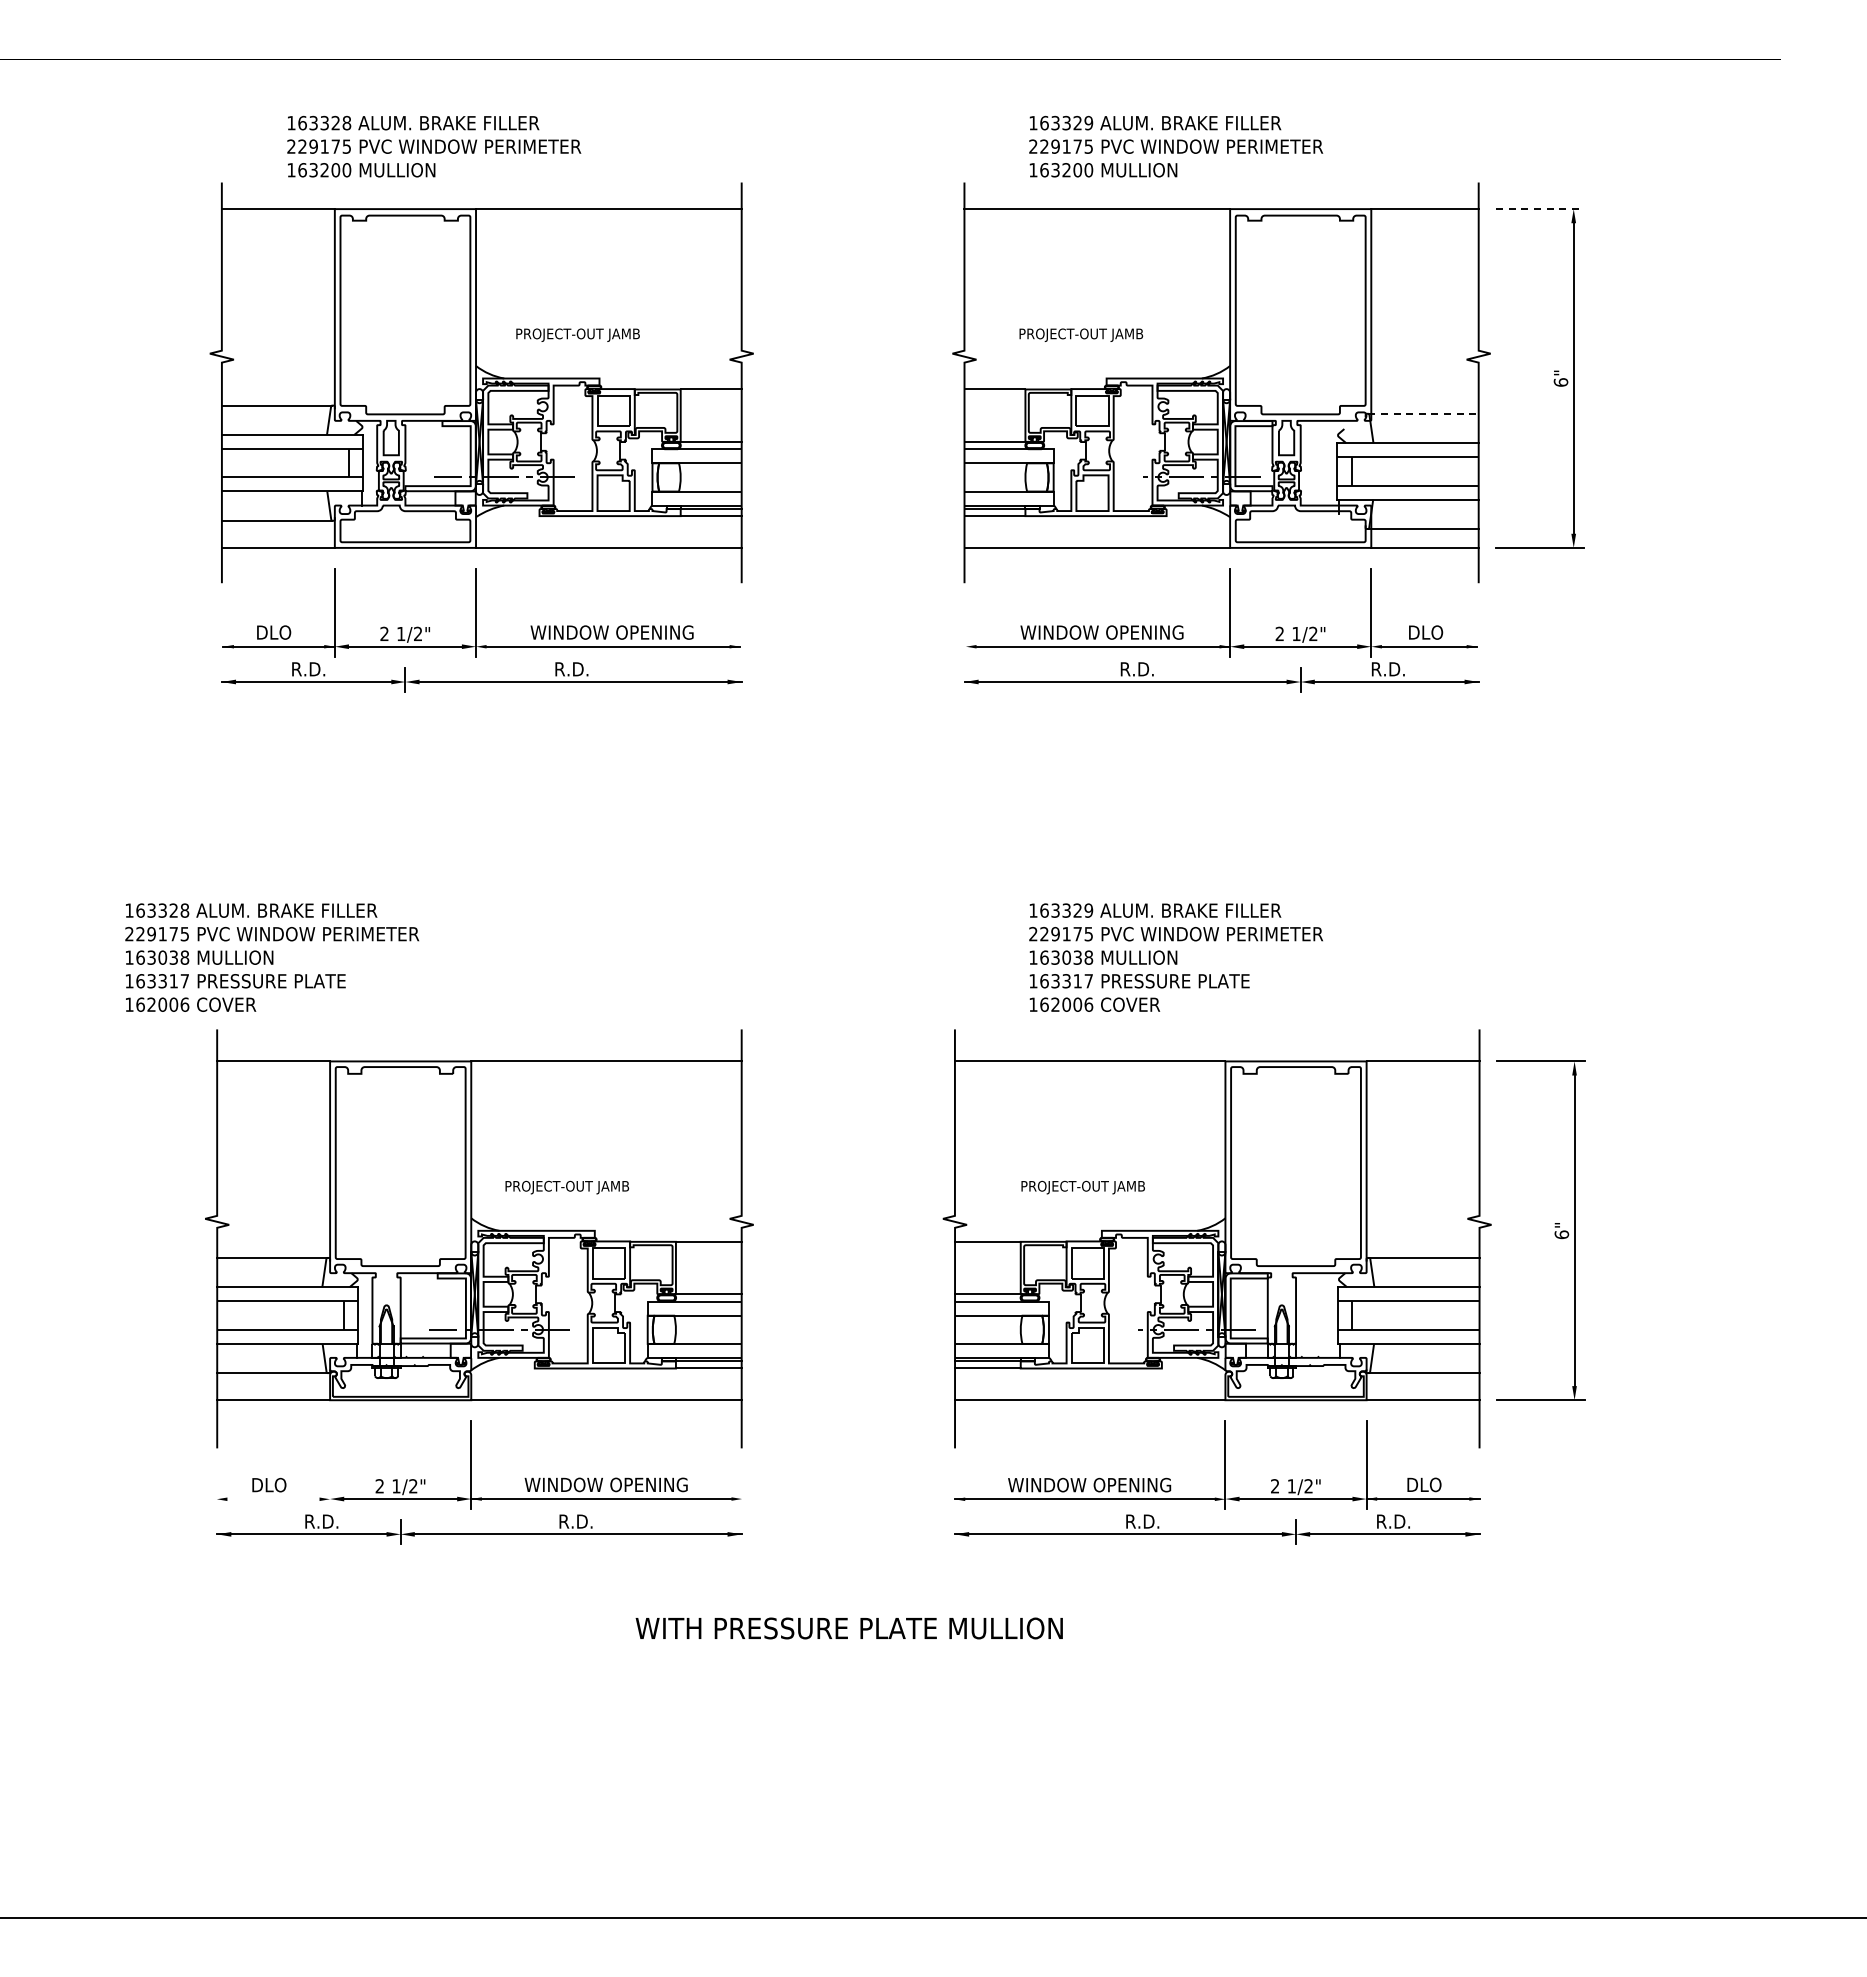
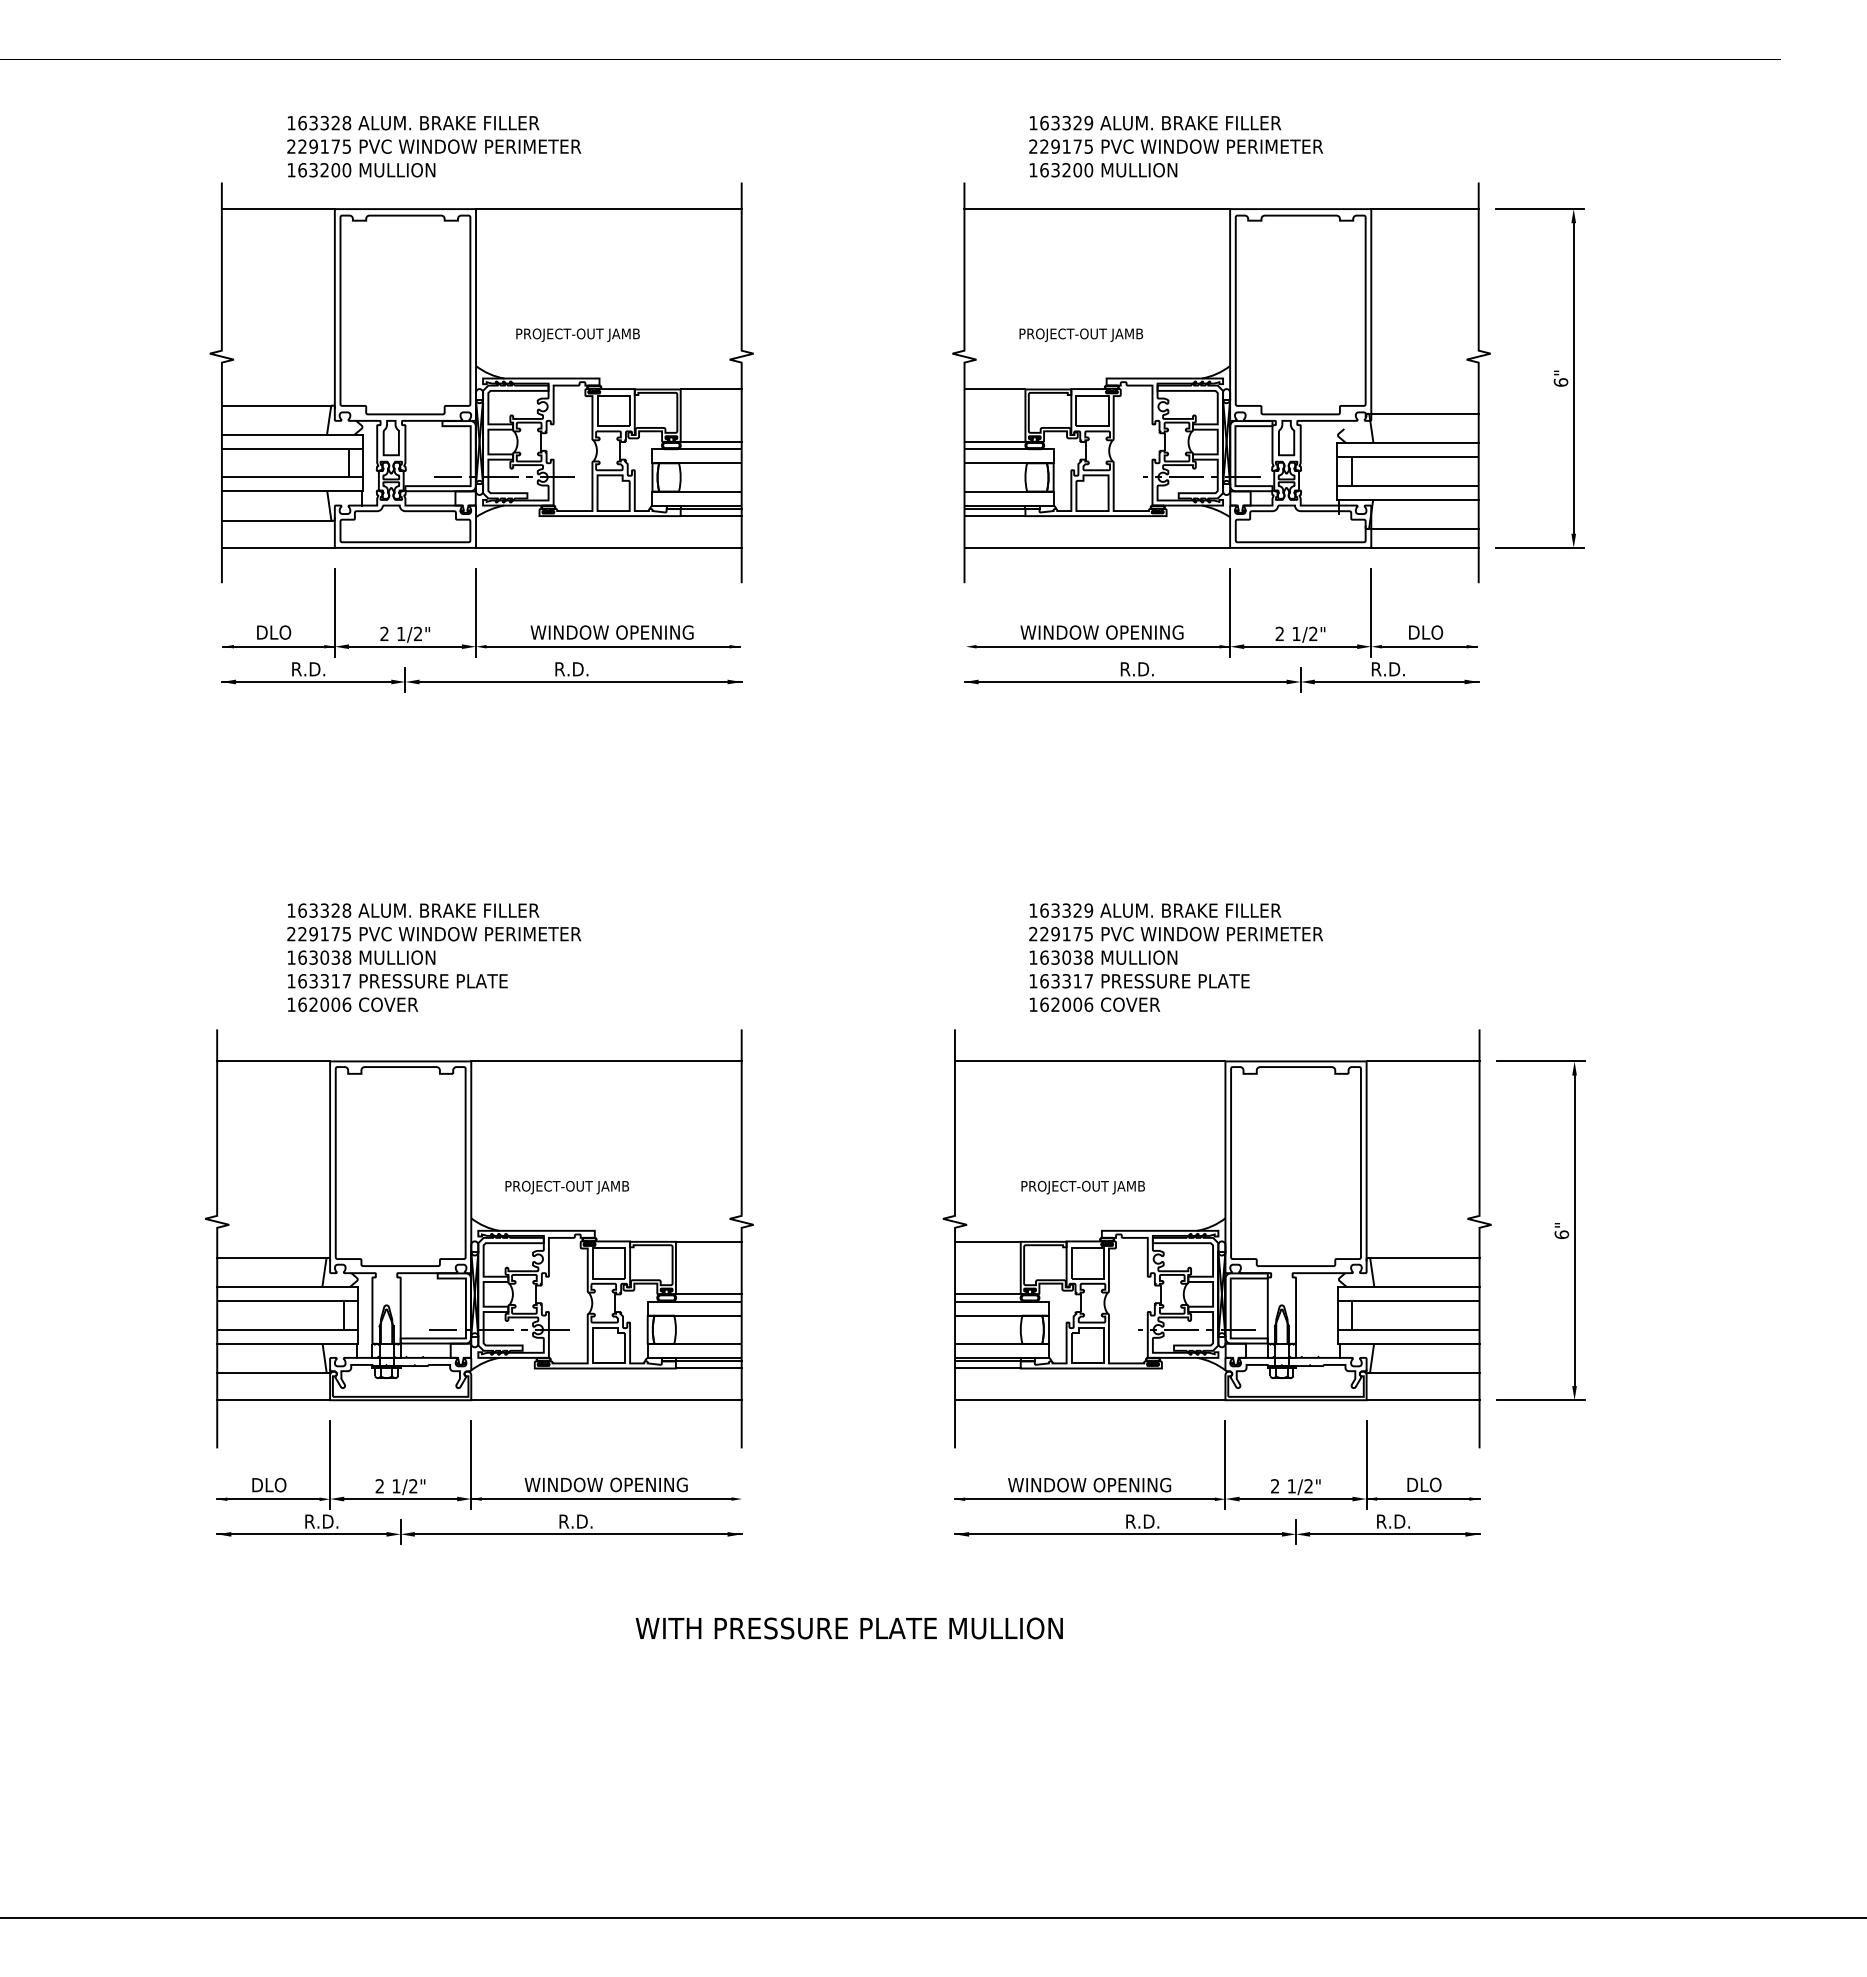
line at (1539, 209): dashed -> solid
line at (1423, 413): dashed -> solid
text at (272, 957) position: (272, 957) -> (434, 957)
line at (330, 1465): none -> present
line at (267, 1499): none -> present
